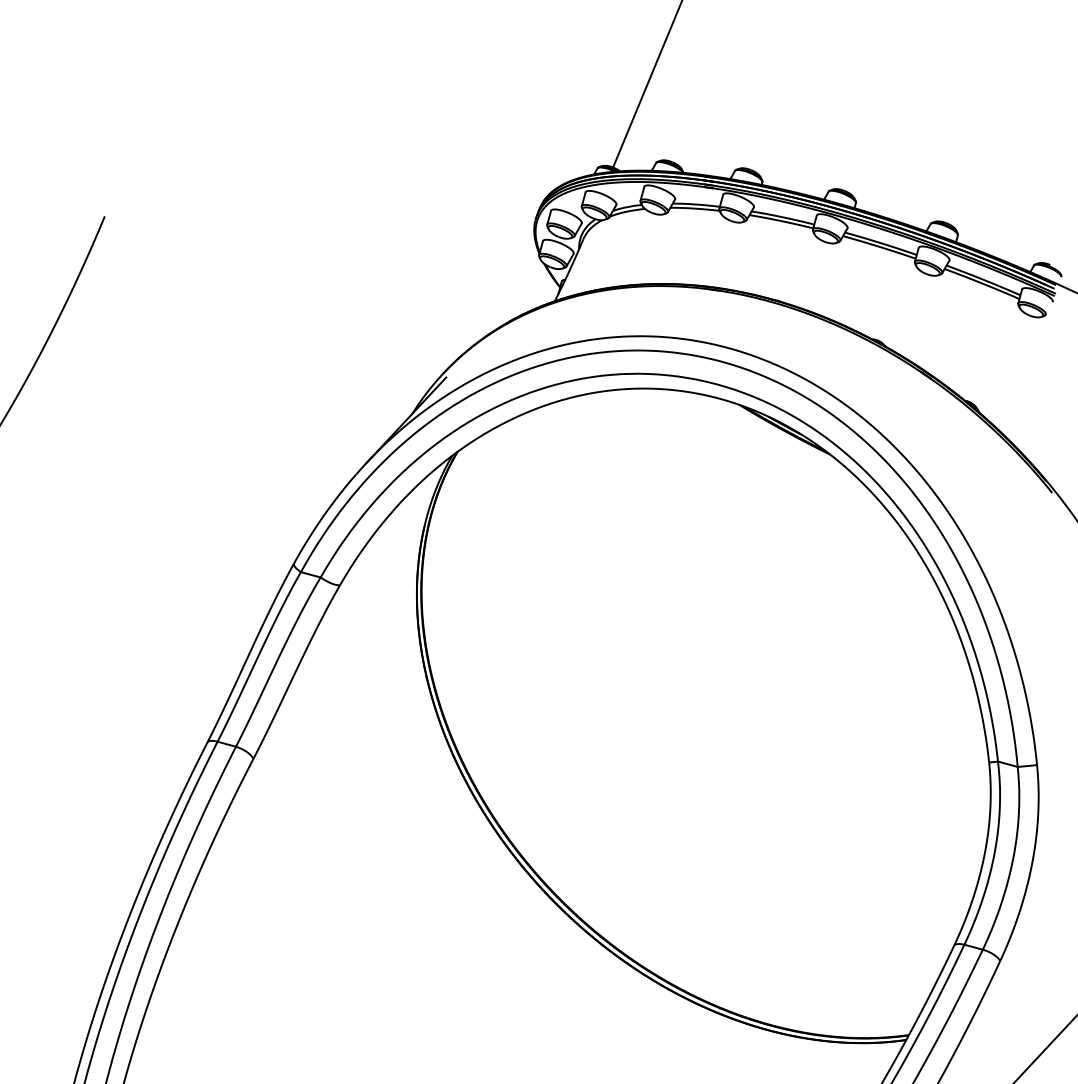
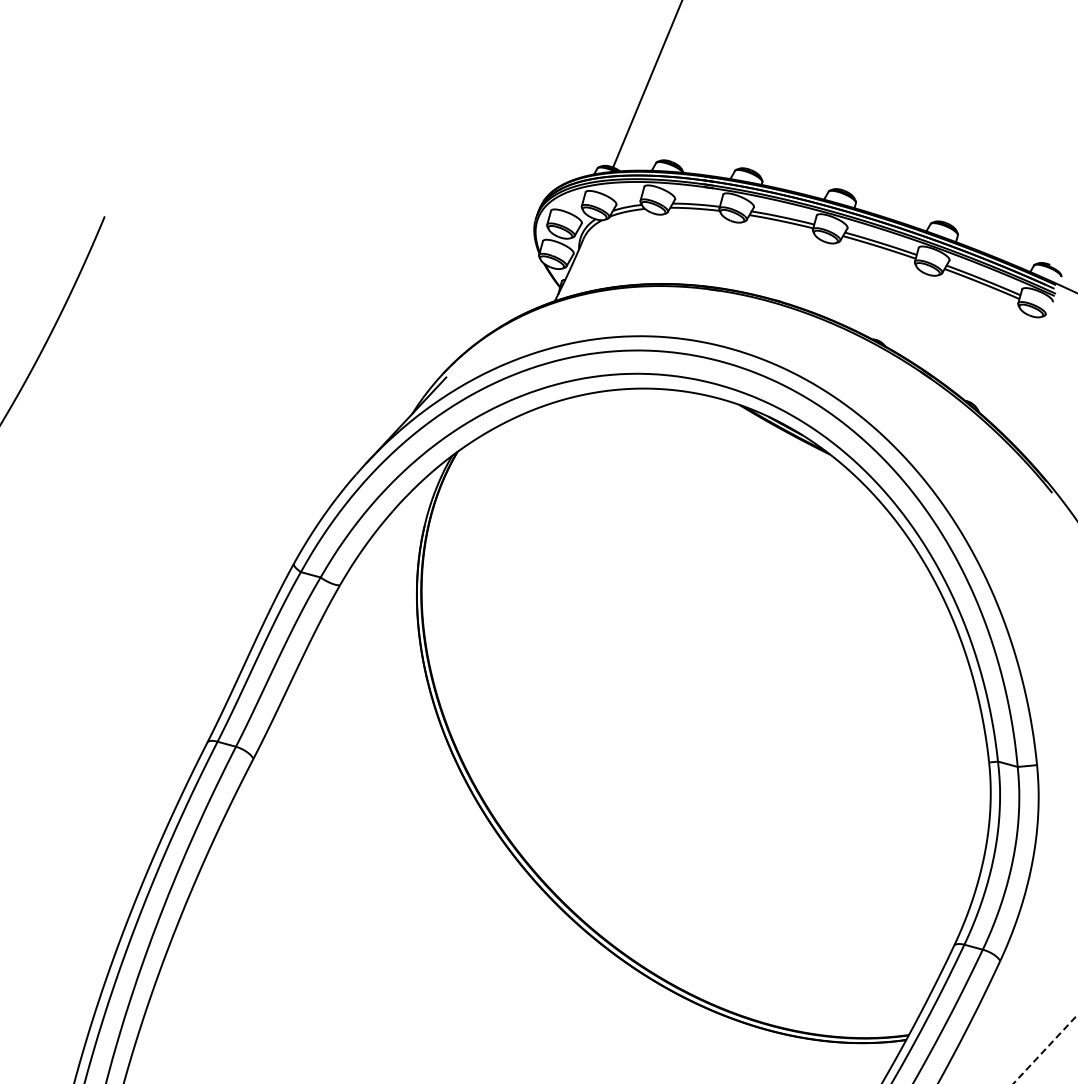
line at (1045, 1049): solid -> dashed
